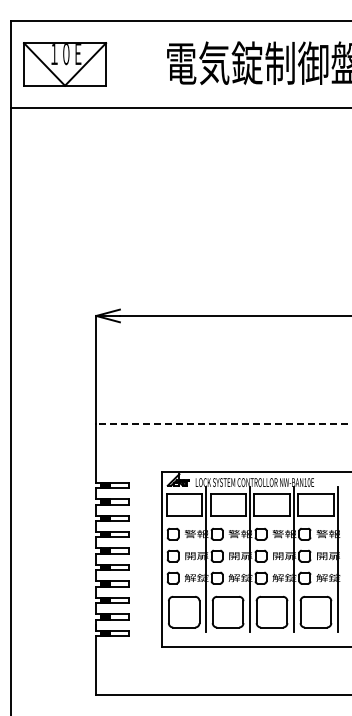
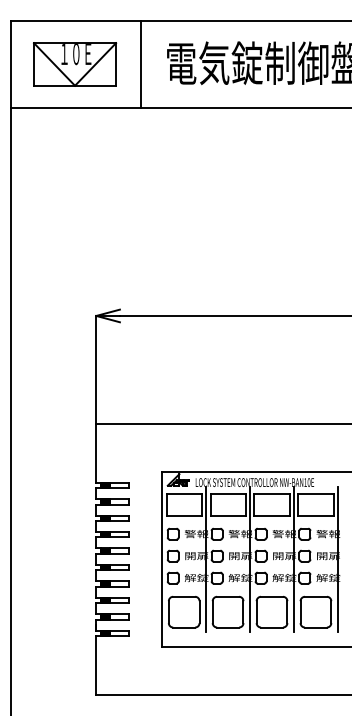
part at (65, 64) position: (65, 64) -> (75, 64)
line at (140, 64): none -> present
line at (223, 424): dashed -> solid
